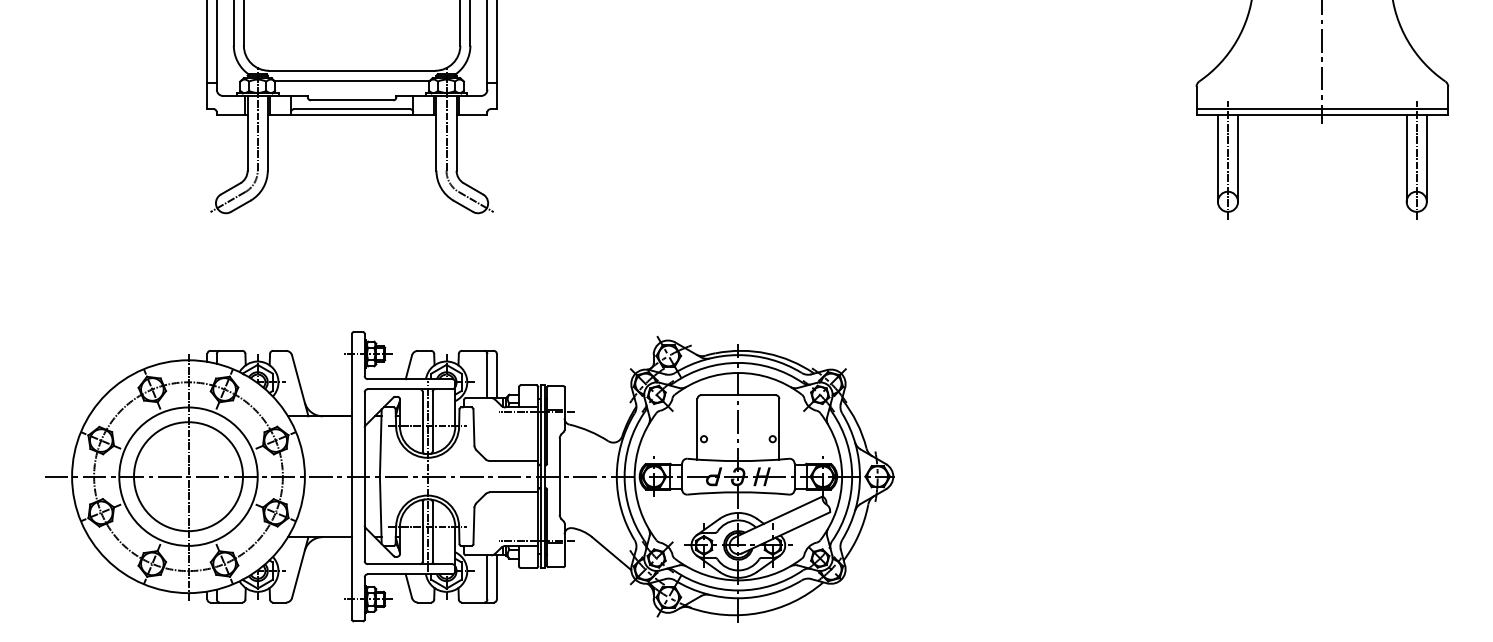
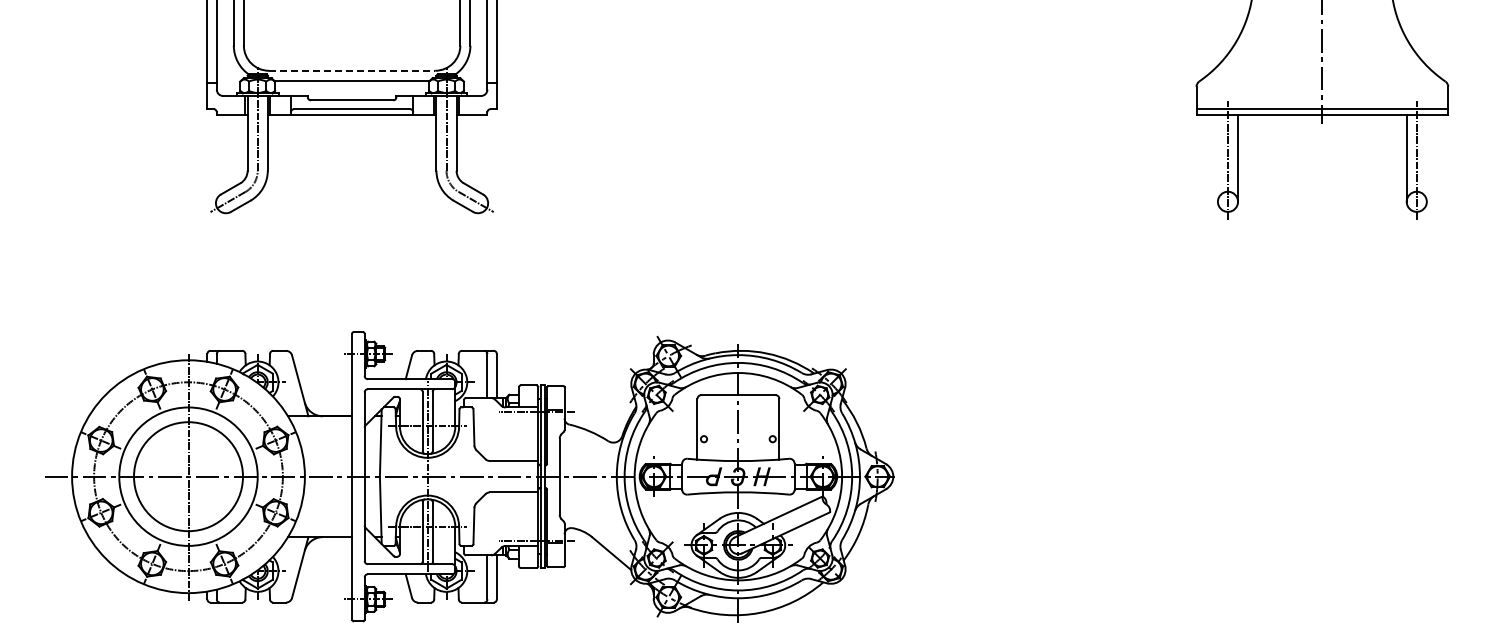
line at (352, 70): solid -> dashed
line at (1217, 157): present -> none
line at (1426, 157): present -> none
